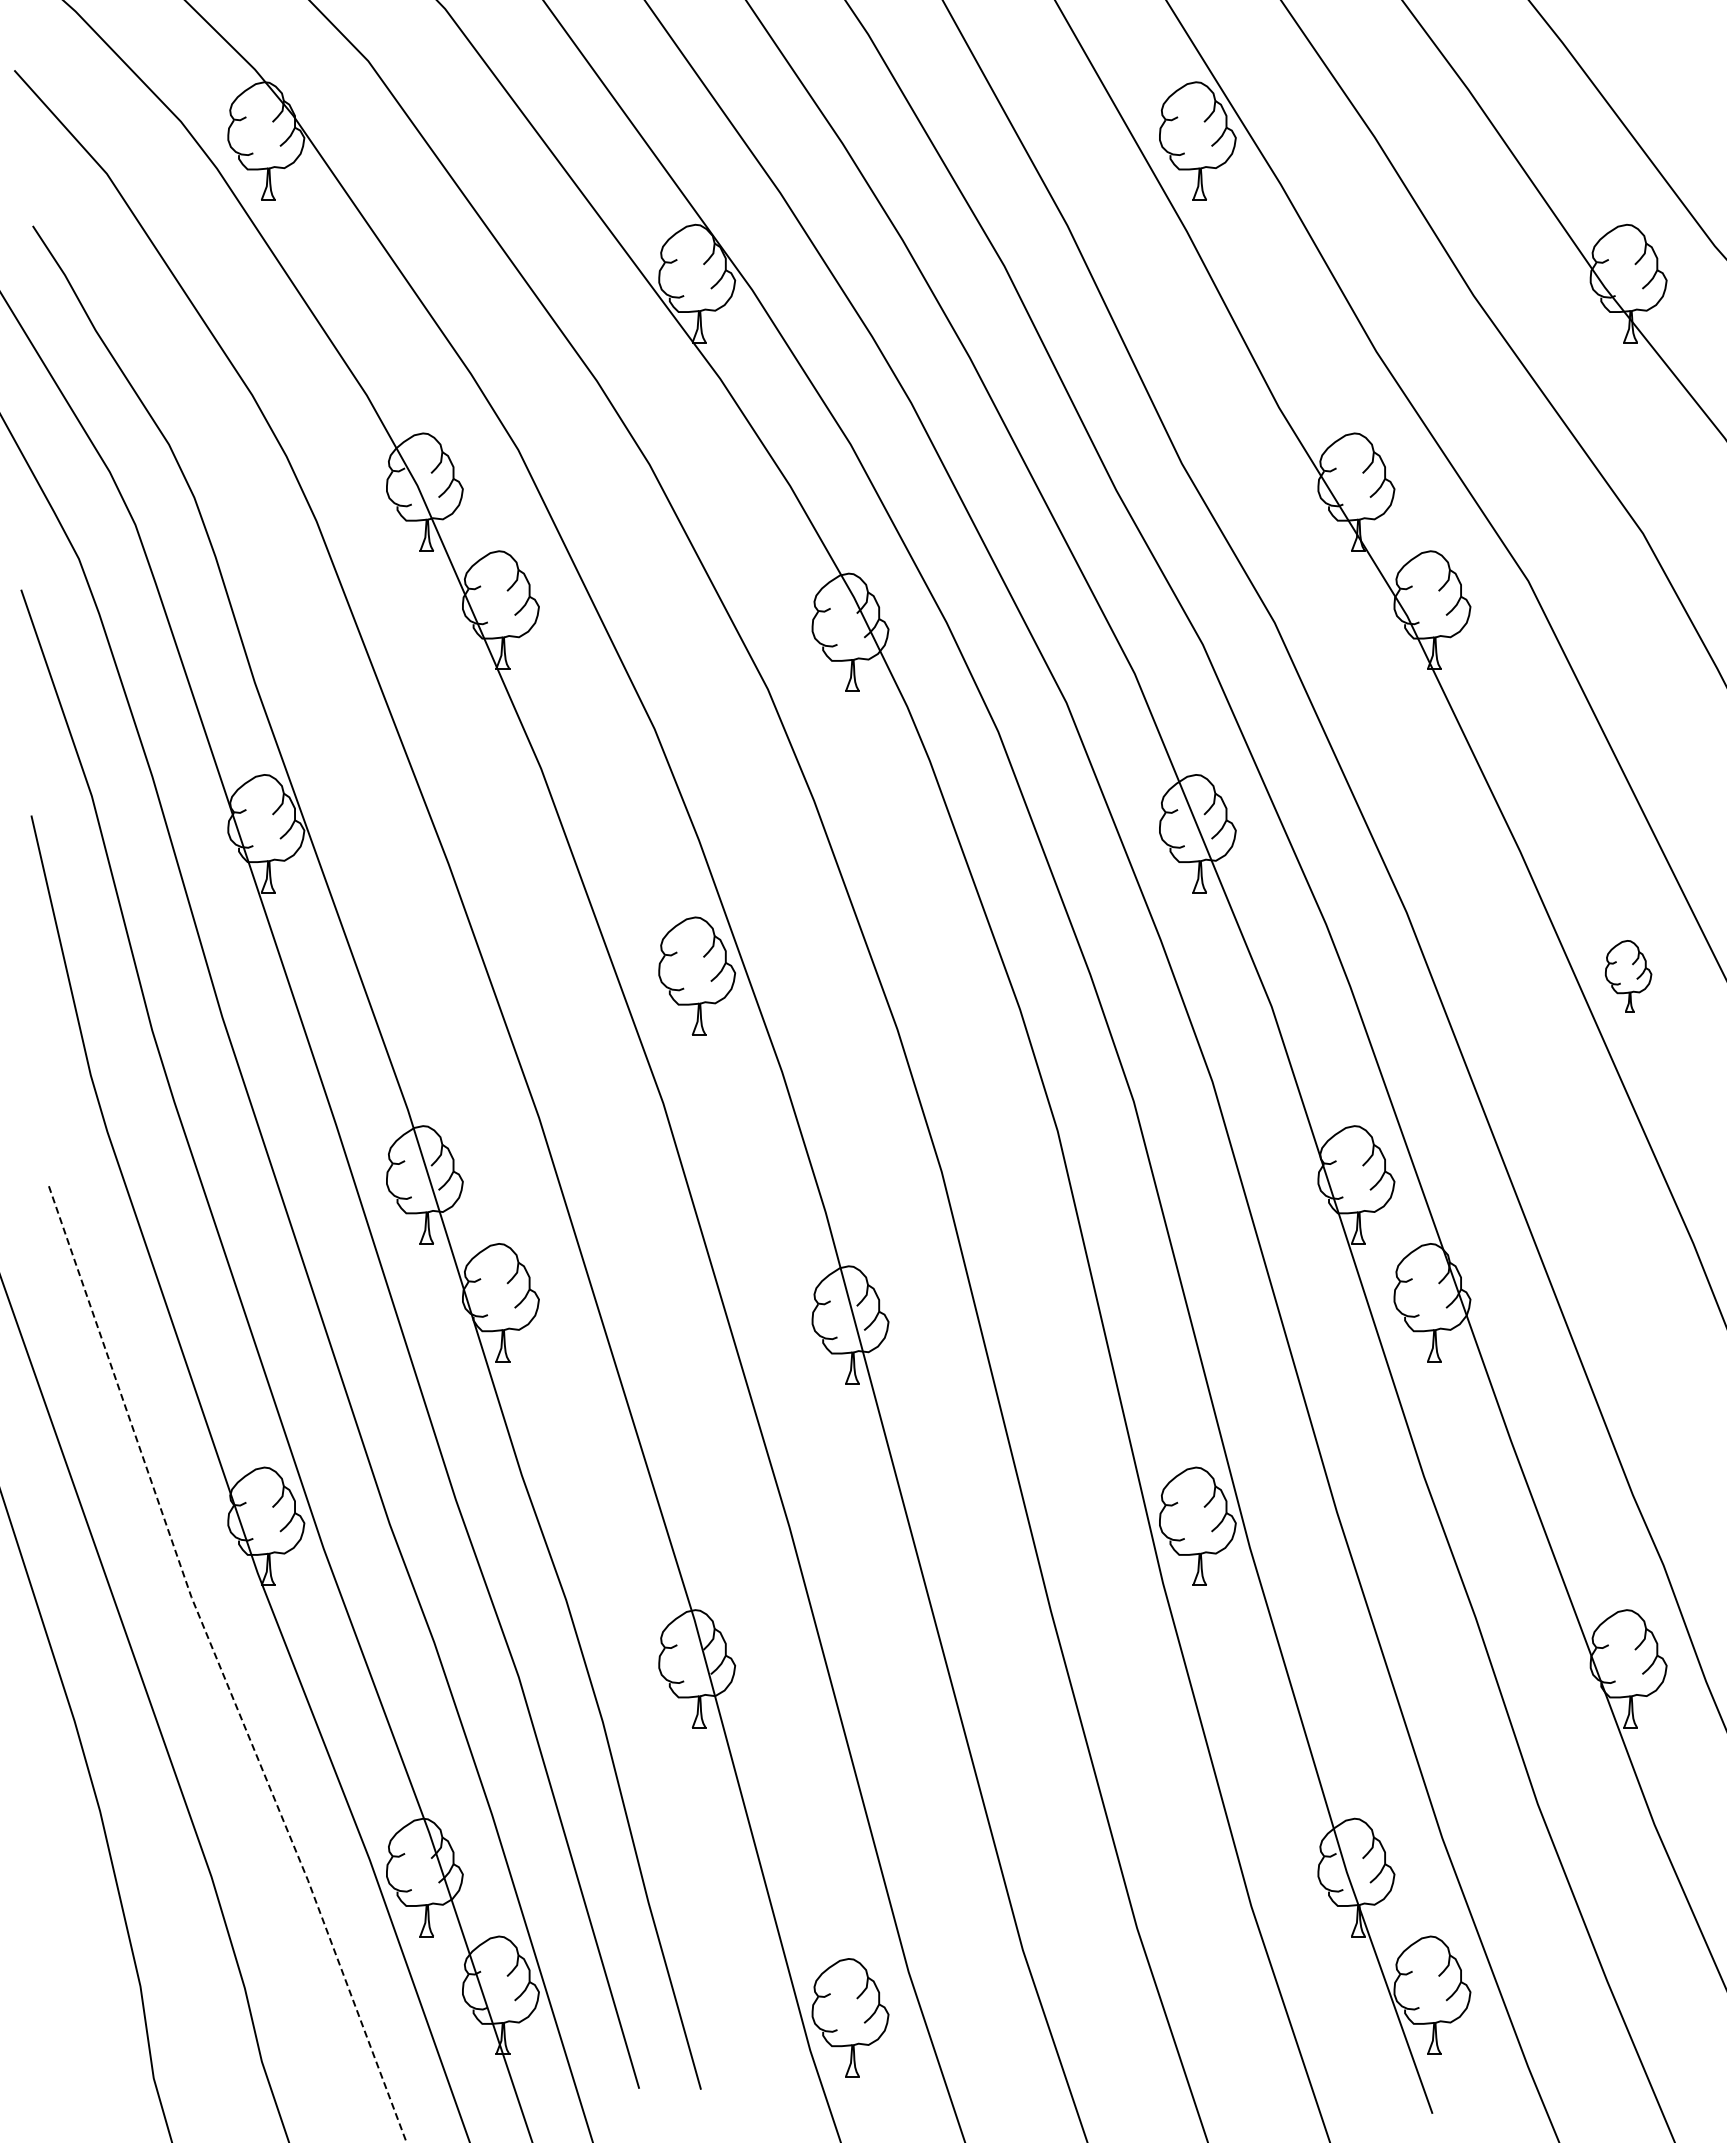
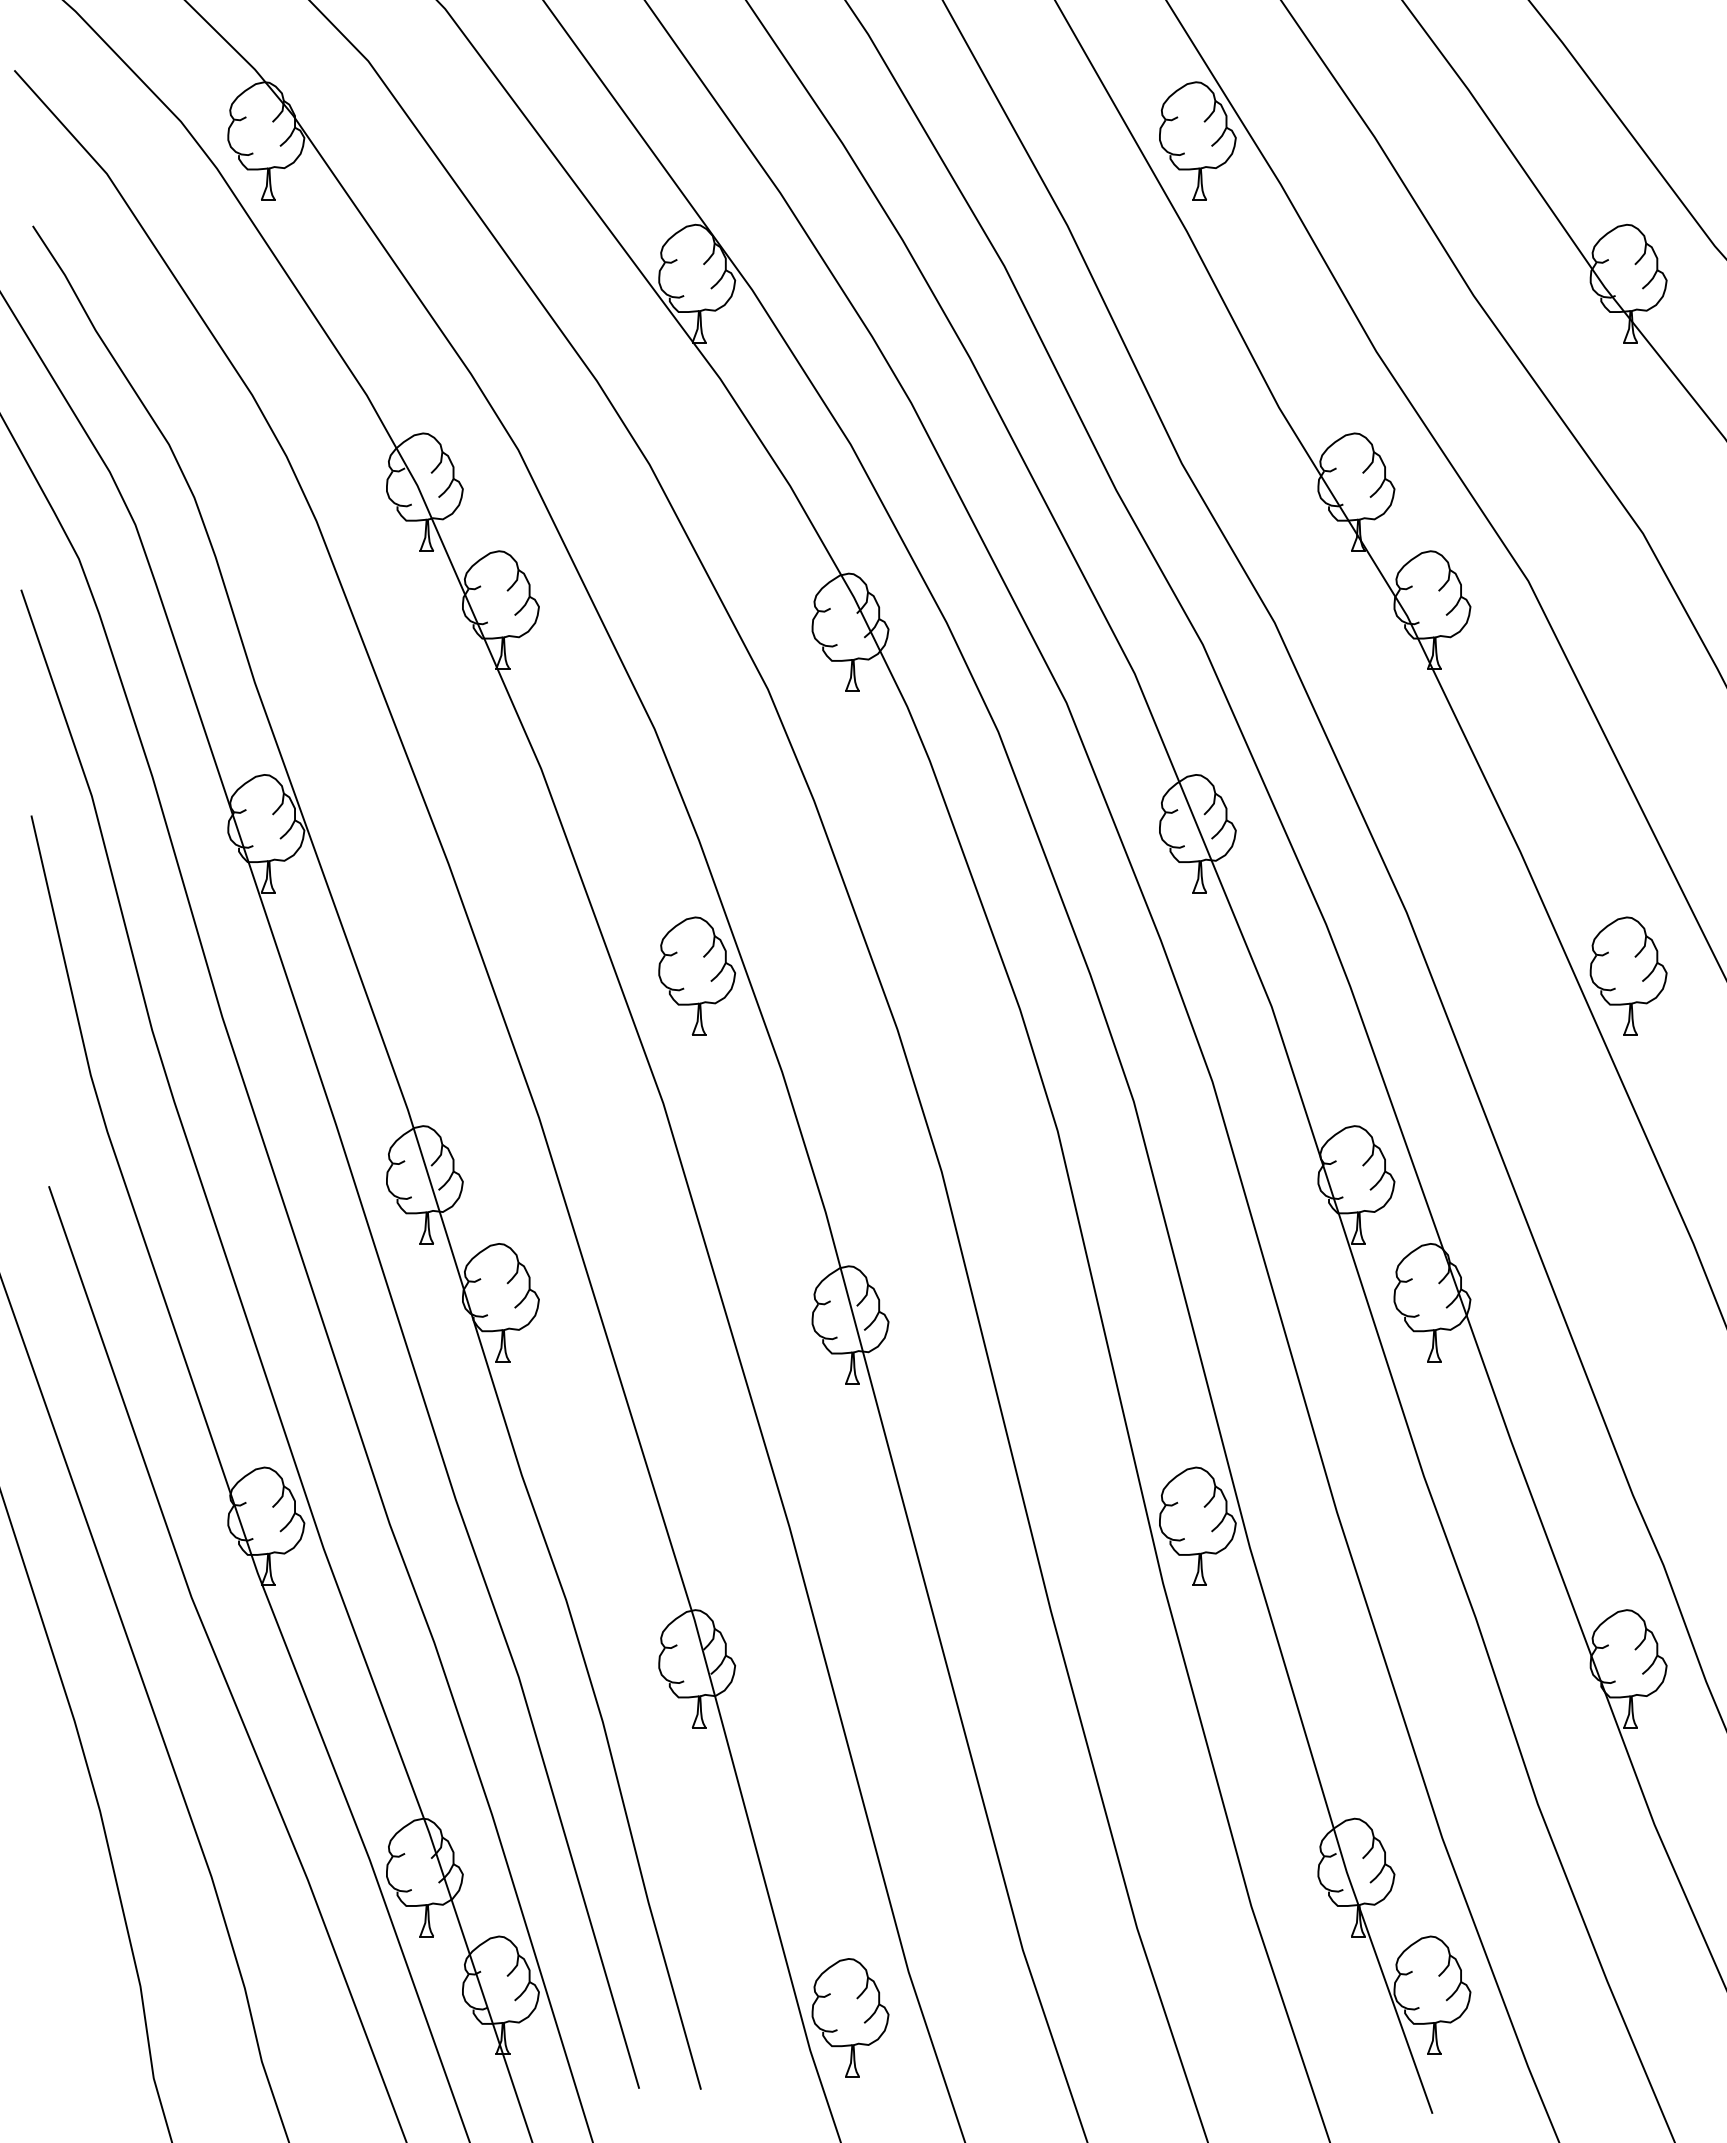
part at (1628, 976) size: 48x73 px -> 79x120 px
line at (220, 1667): dashed -> solid
